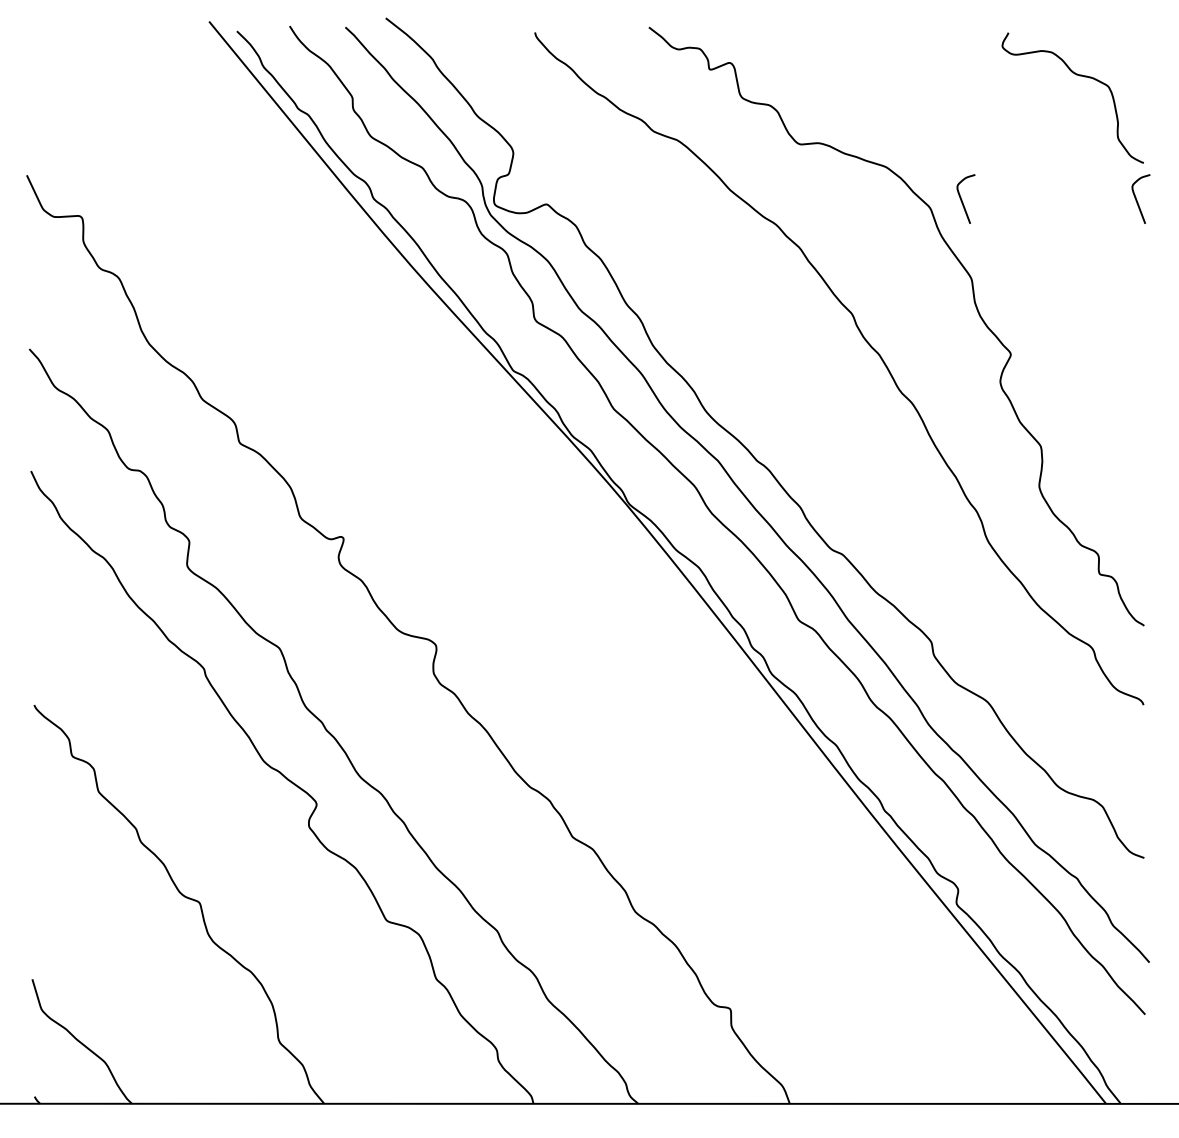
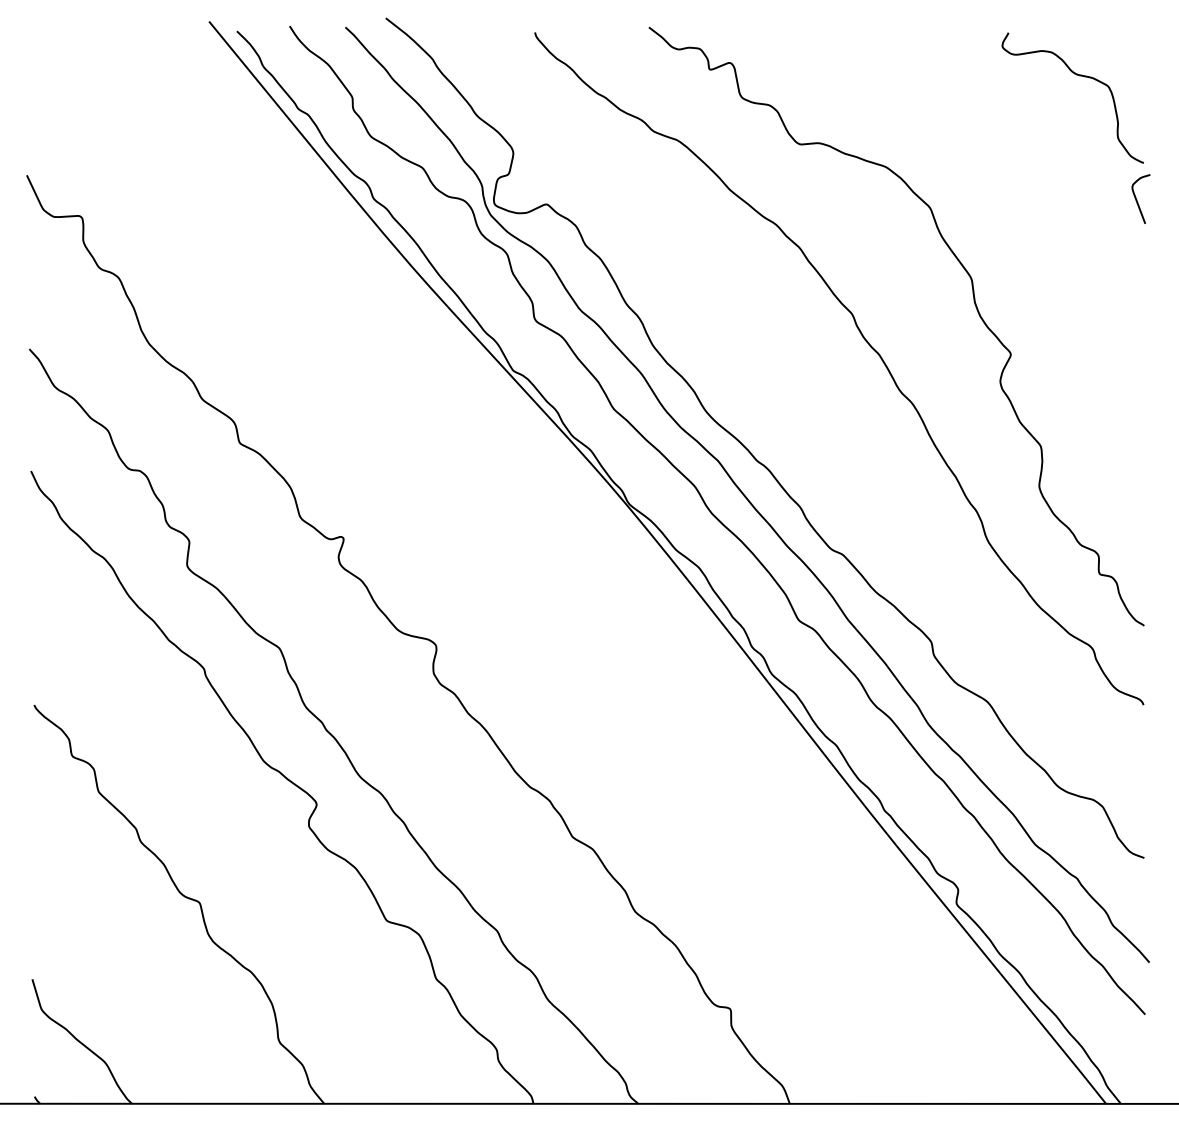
curve at (962, 199): present -> none
